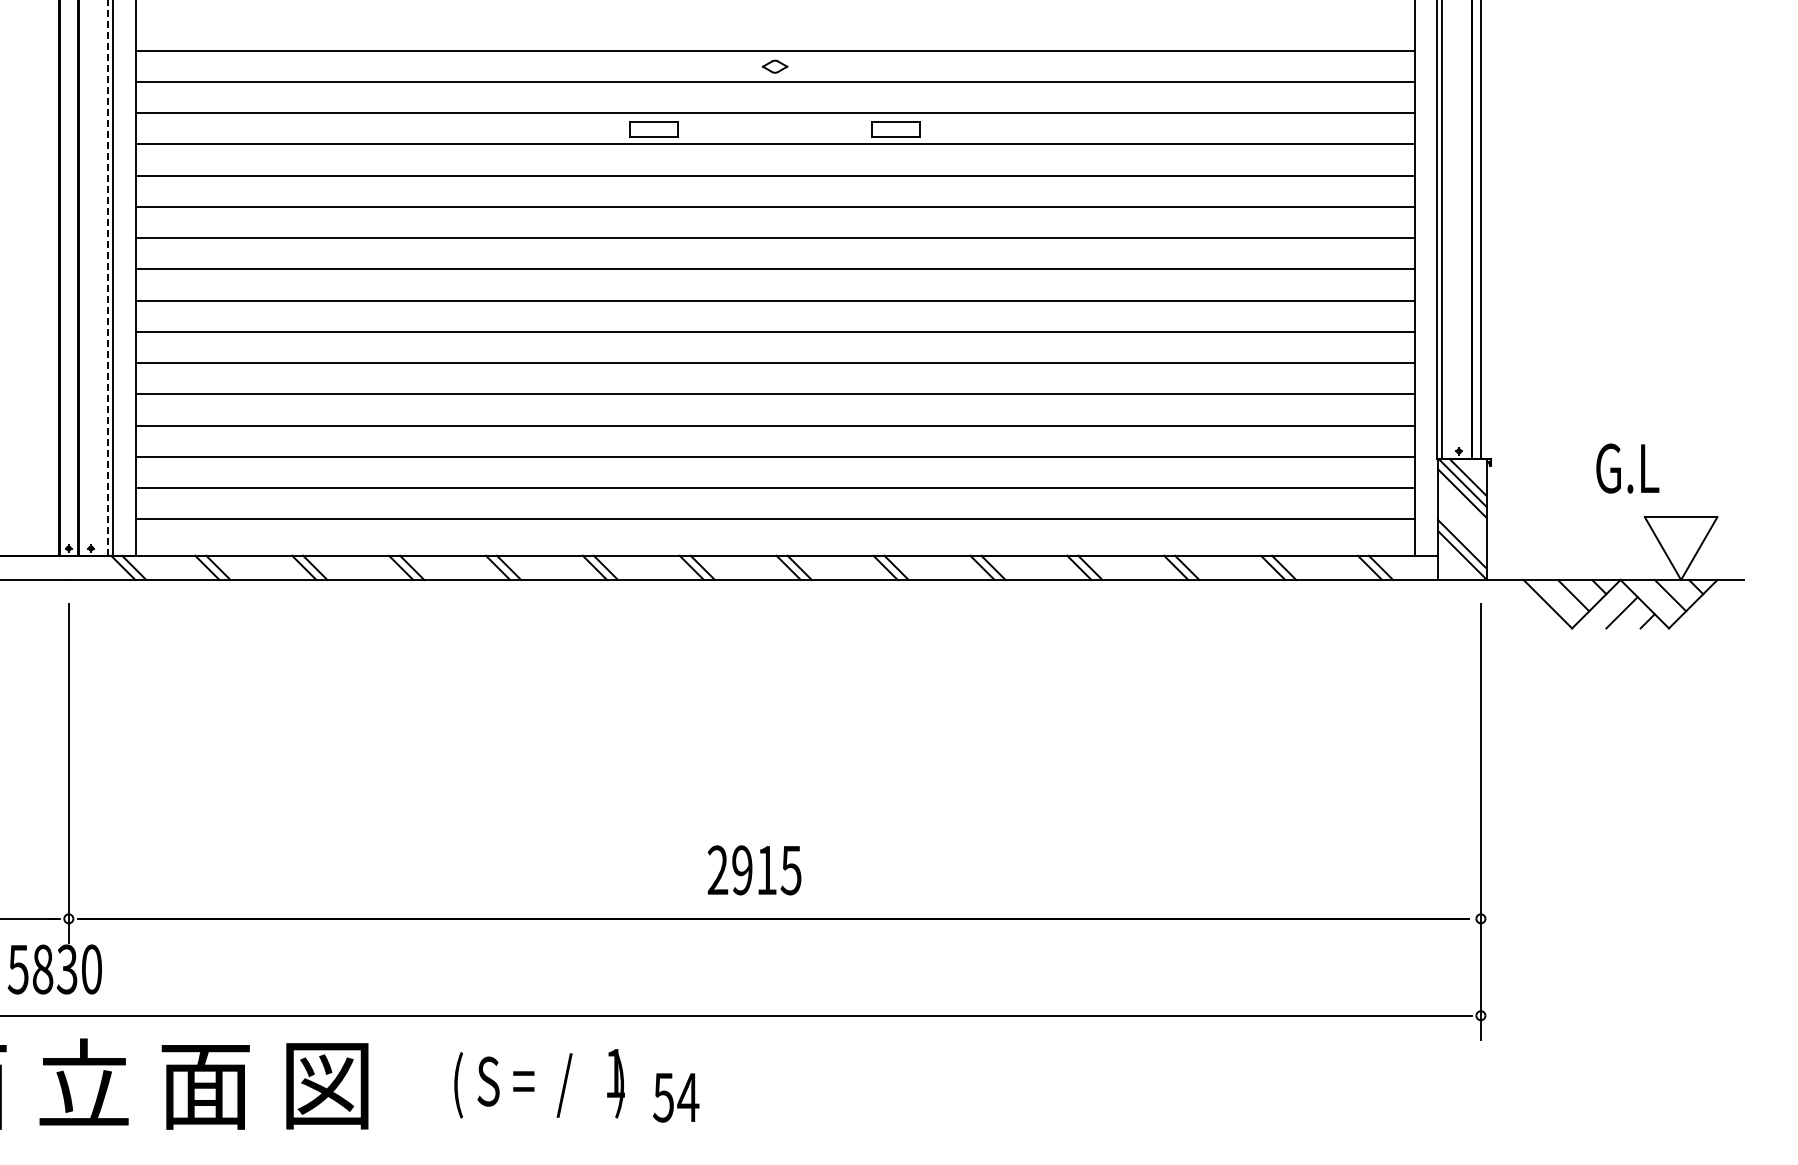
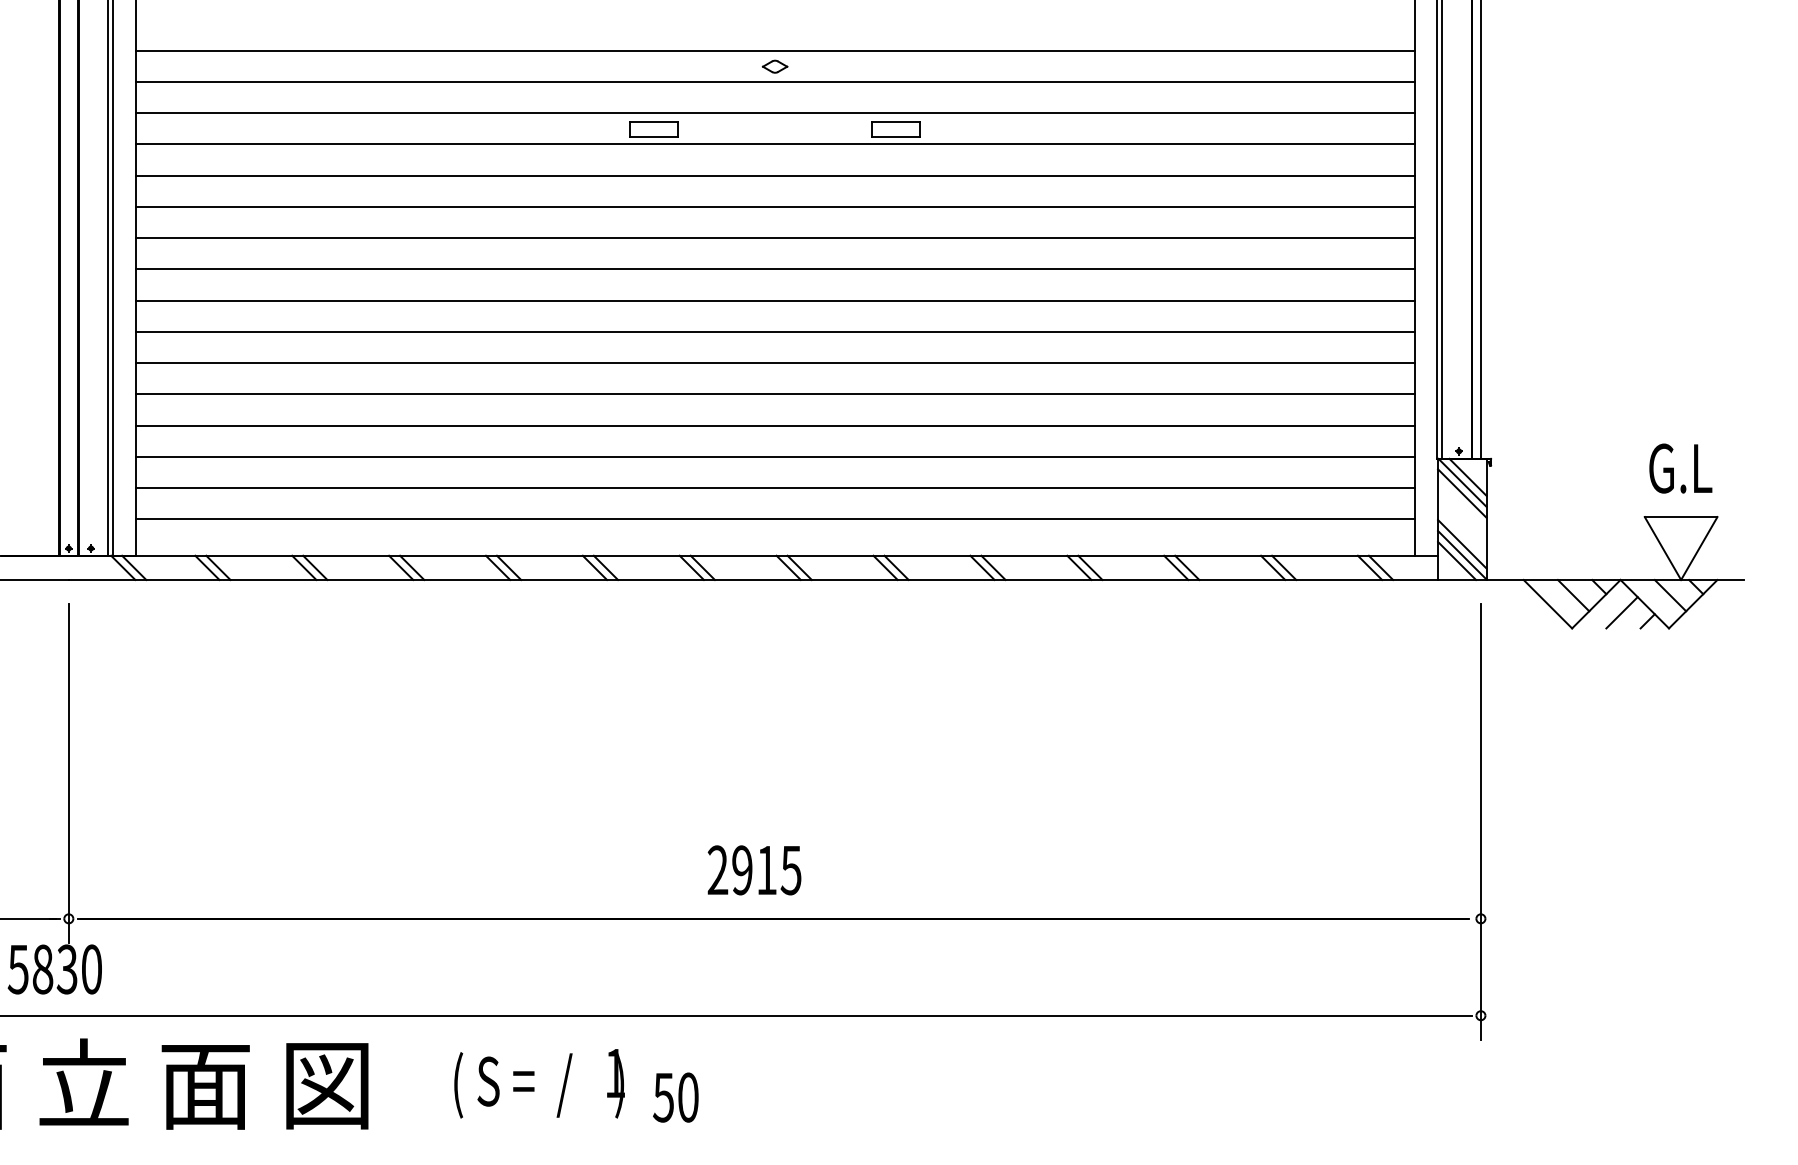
line at (108, 277): dashed -> solid
text at (1627, 468) position: (1627, 468) -> (1680, 468)
line at (1457, 560): none -> present
text at (688, 1097): 54 -> 50
